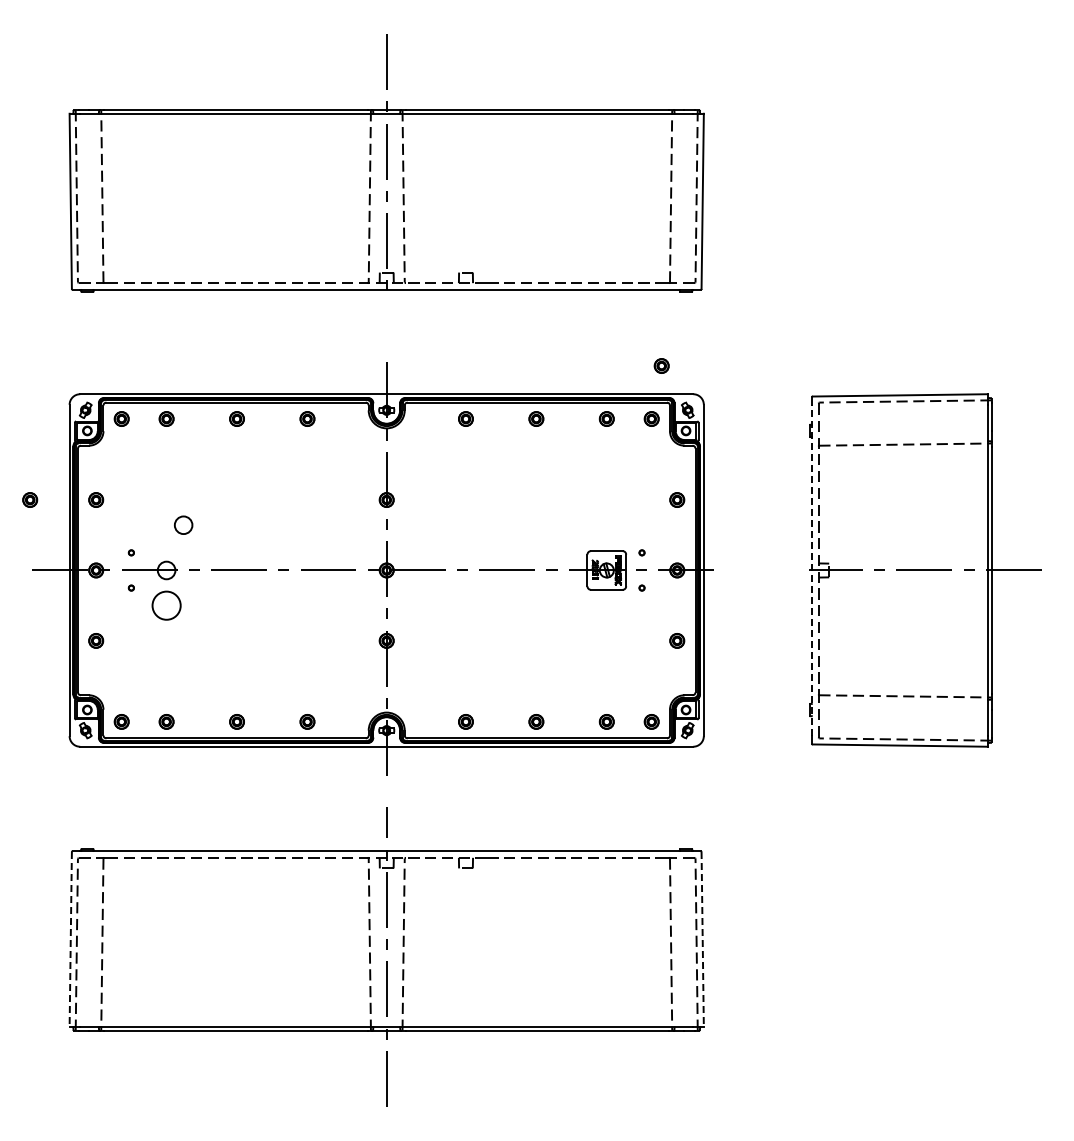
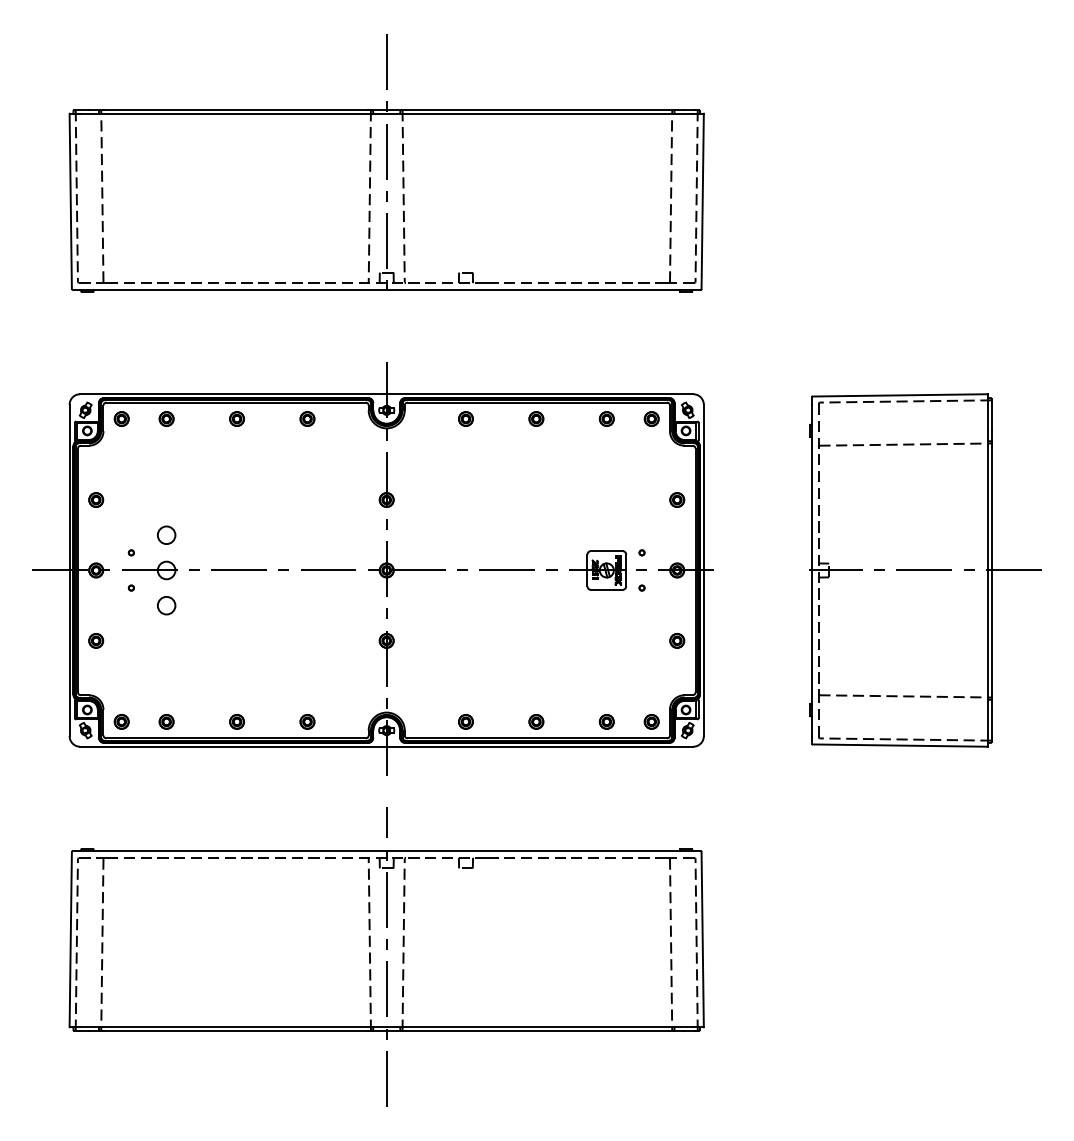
part at (661, 365): present -> none
part at (30, 499): present -> none
circle at (183, 524) position: (183, 524) -> (166, 534)
line at (811, 570): dashed -> solid
circle at (166, 605) diameter: 28 px -> 18 px
line at (70, 939): dashed -> solid
line at (702, 939): dashed -> solid
